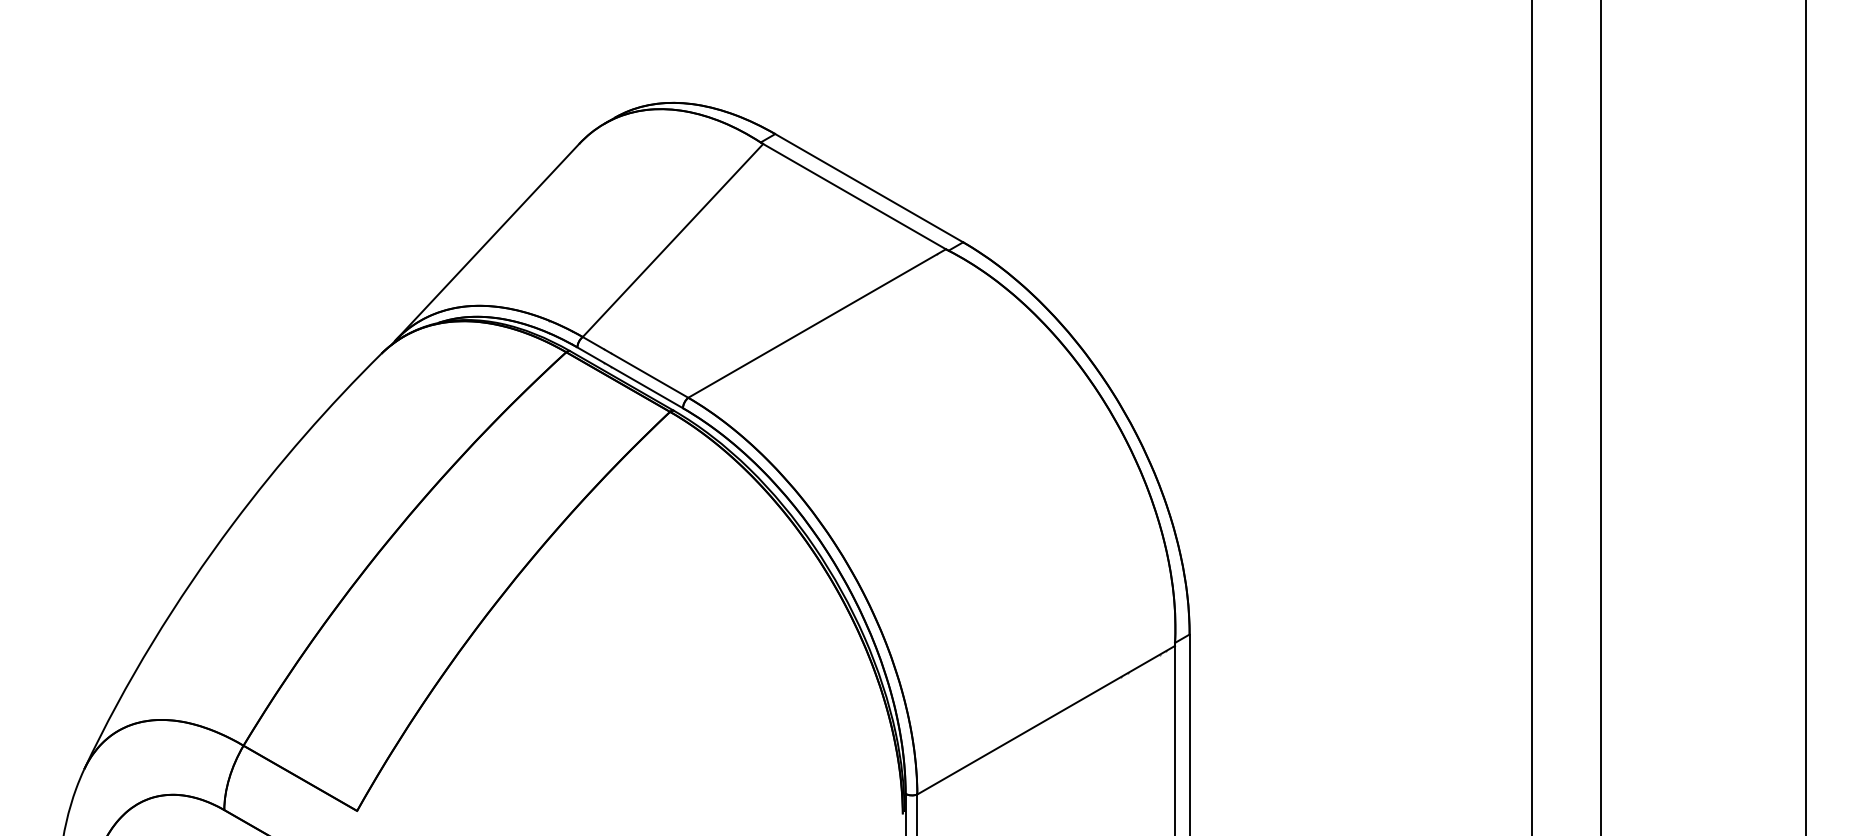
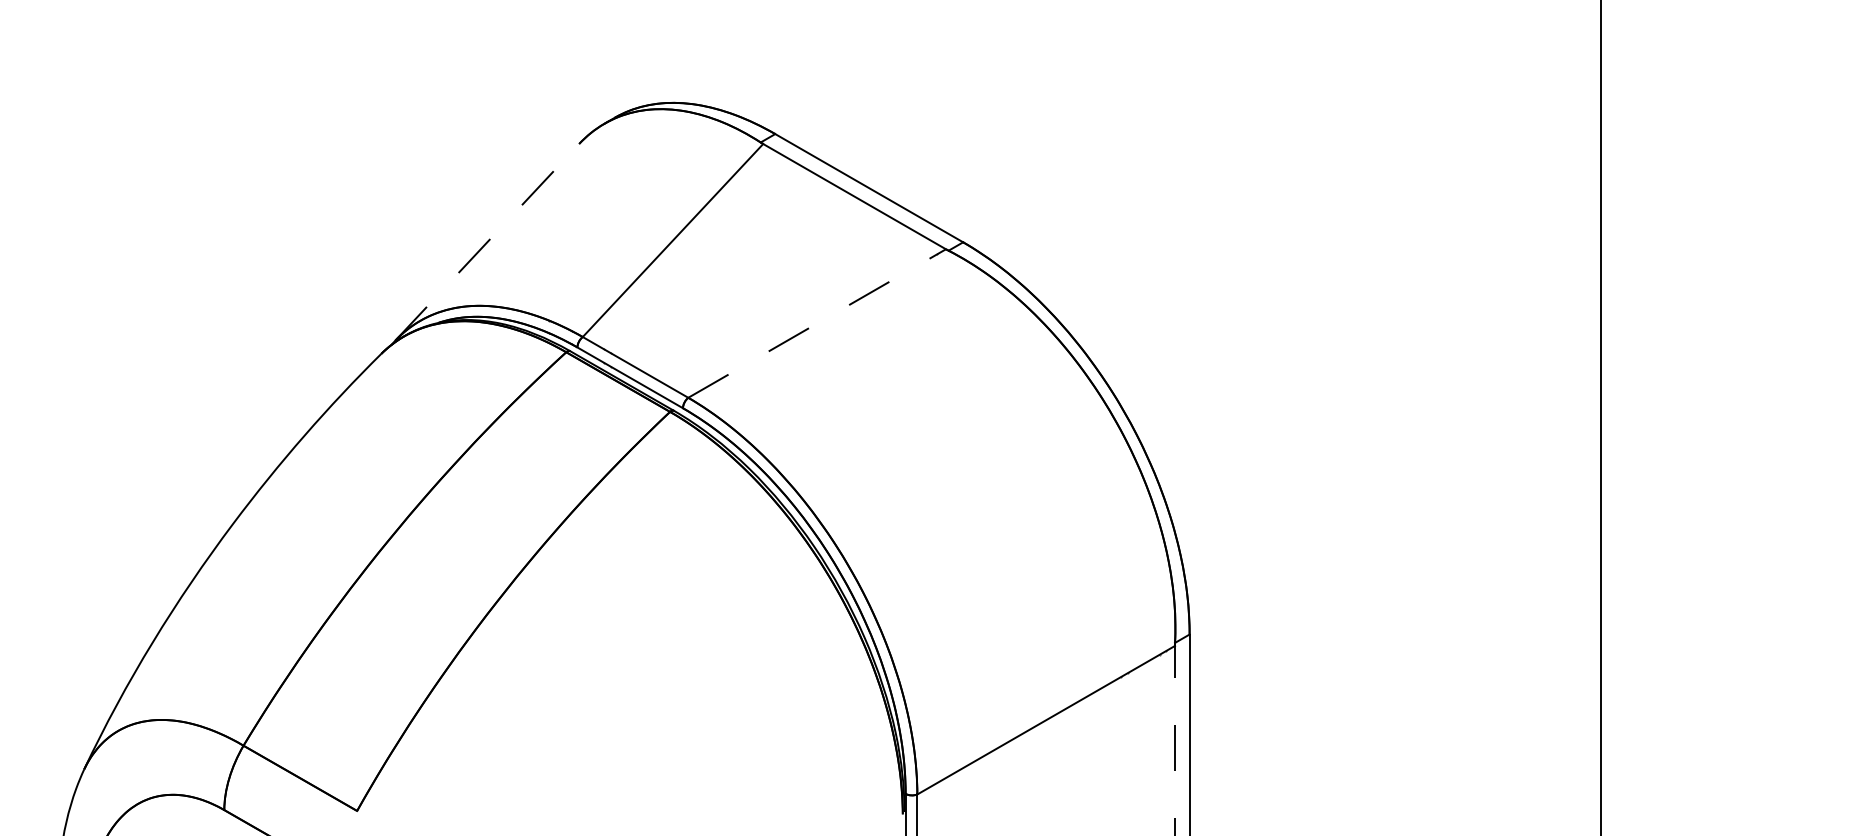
line at (487, 242): solid -> dashed
line at (817, 323): solid -> dashed
line at (1532, 417): present -> none
line at (1806, 417): present -> none
line at (1175, 740): solid -> dashed
